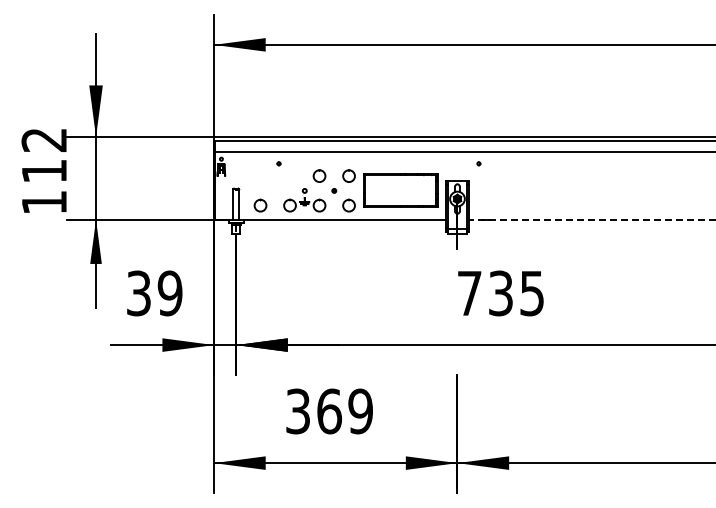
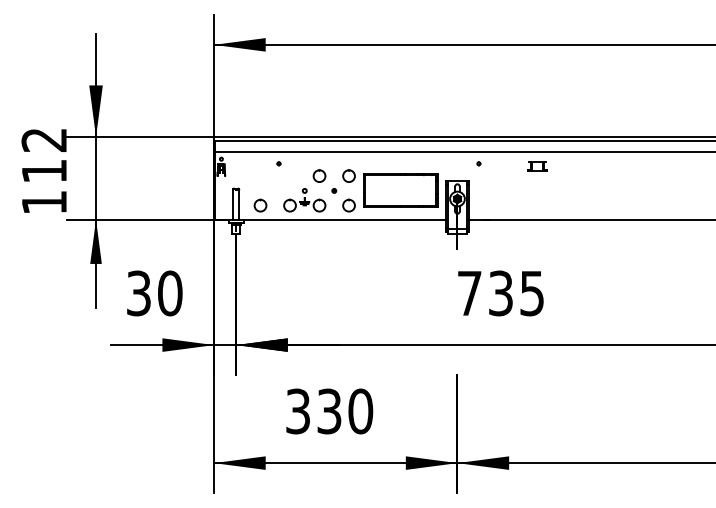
part at (537, 166): none -> present
line at (591, 219): dashed -> solid
text at (169, 293): 39 -> 30
text at (345, 411): 369 -> 330
